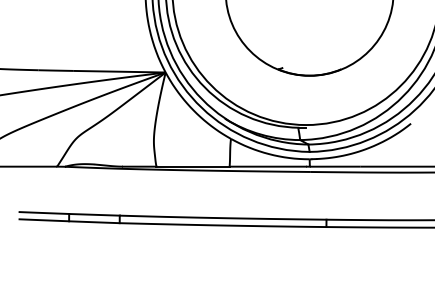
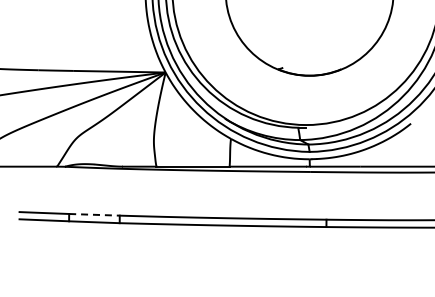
line at (94, 214): solid -> dashed
